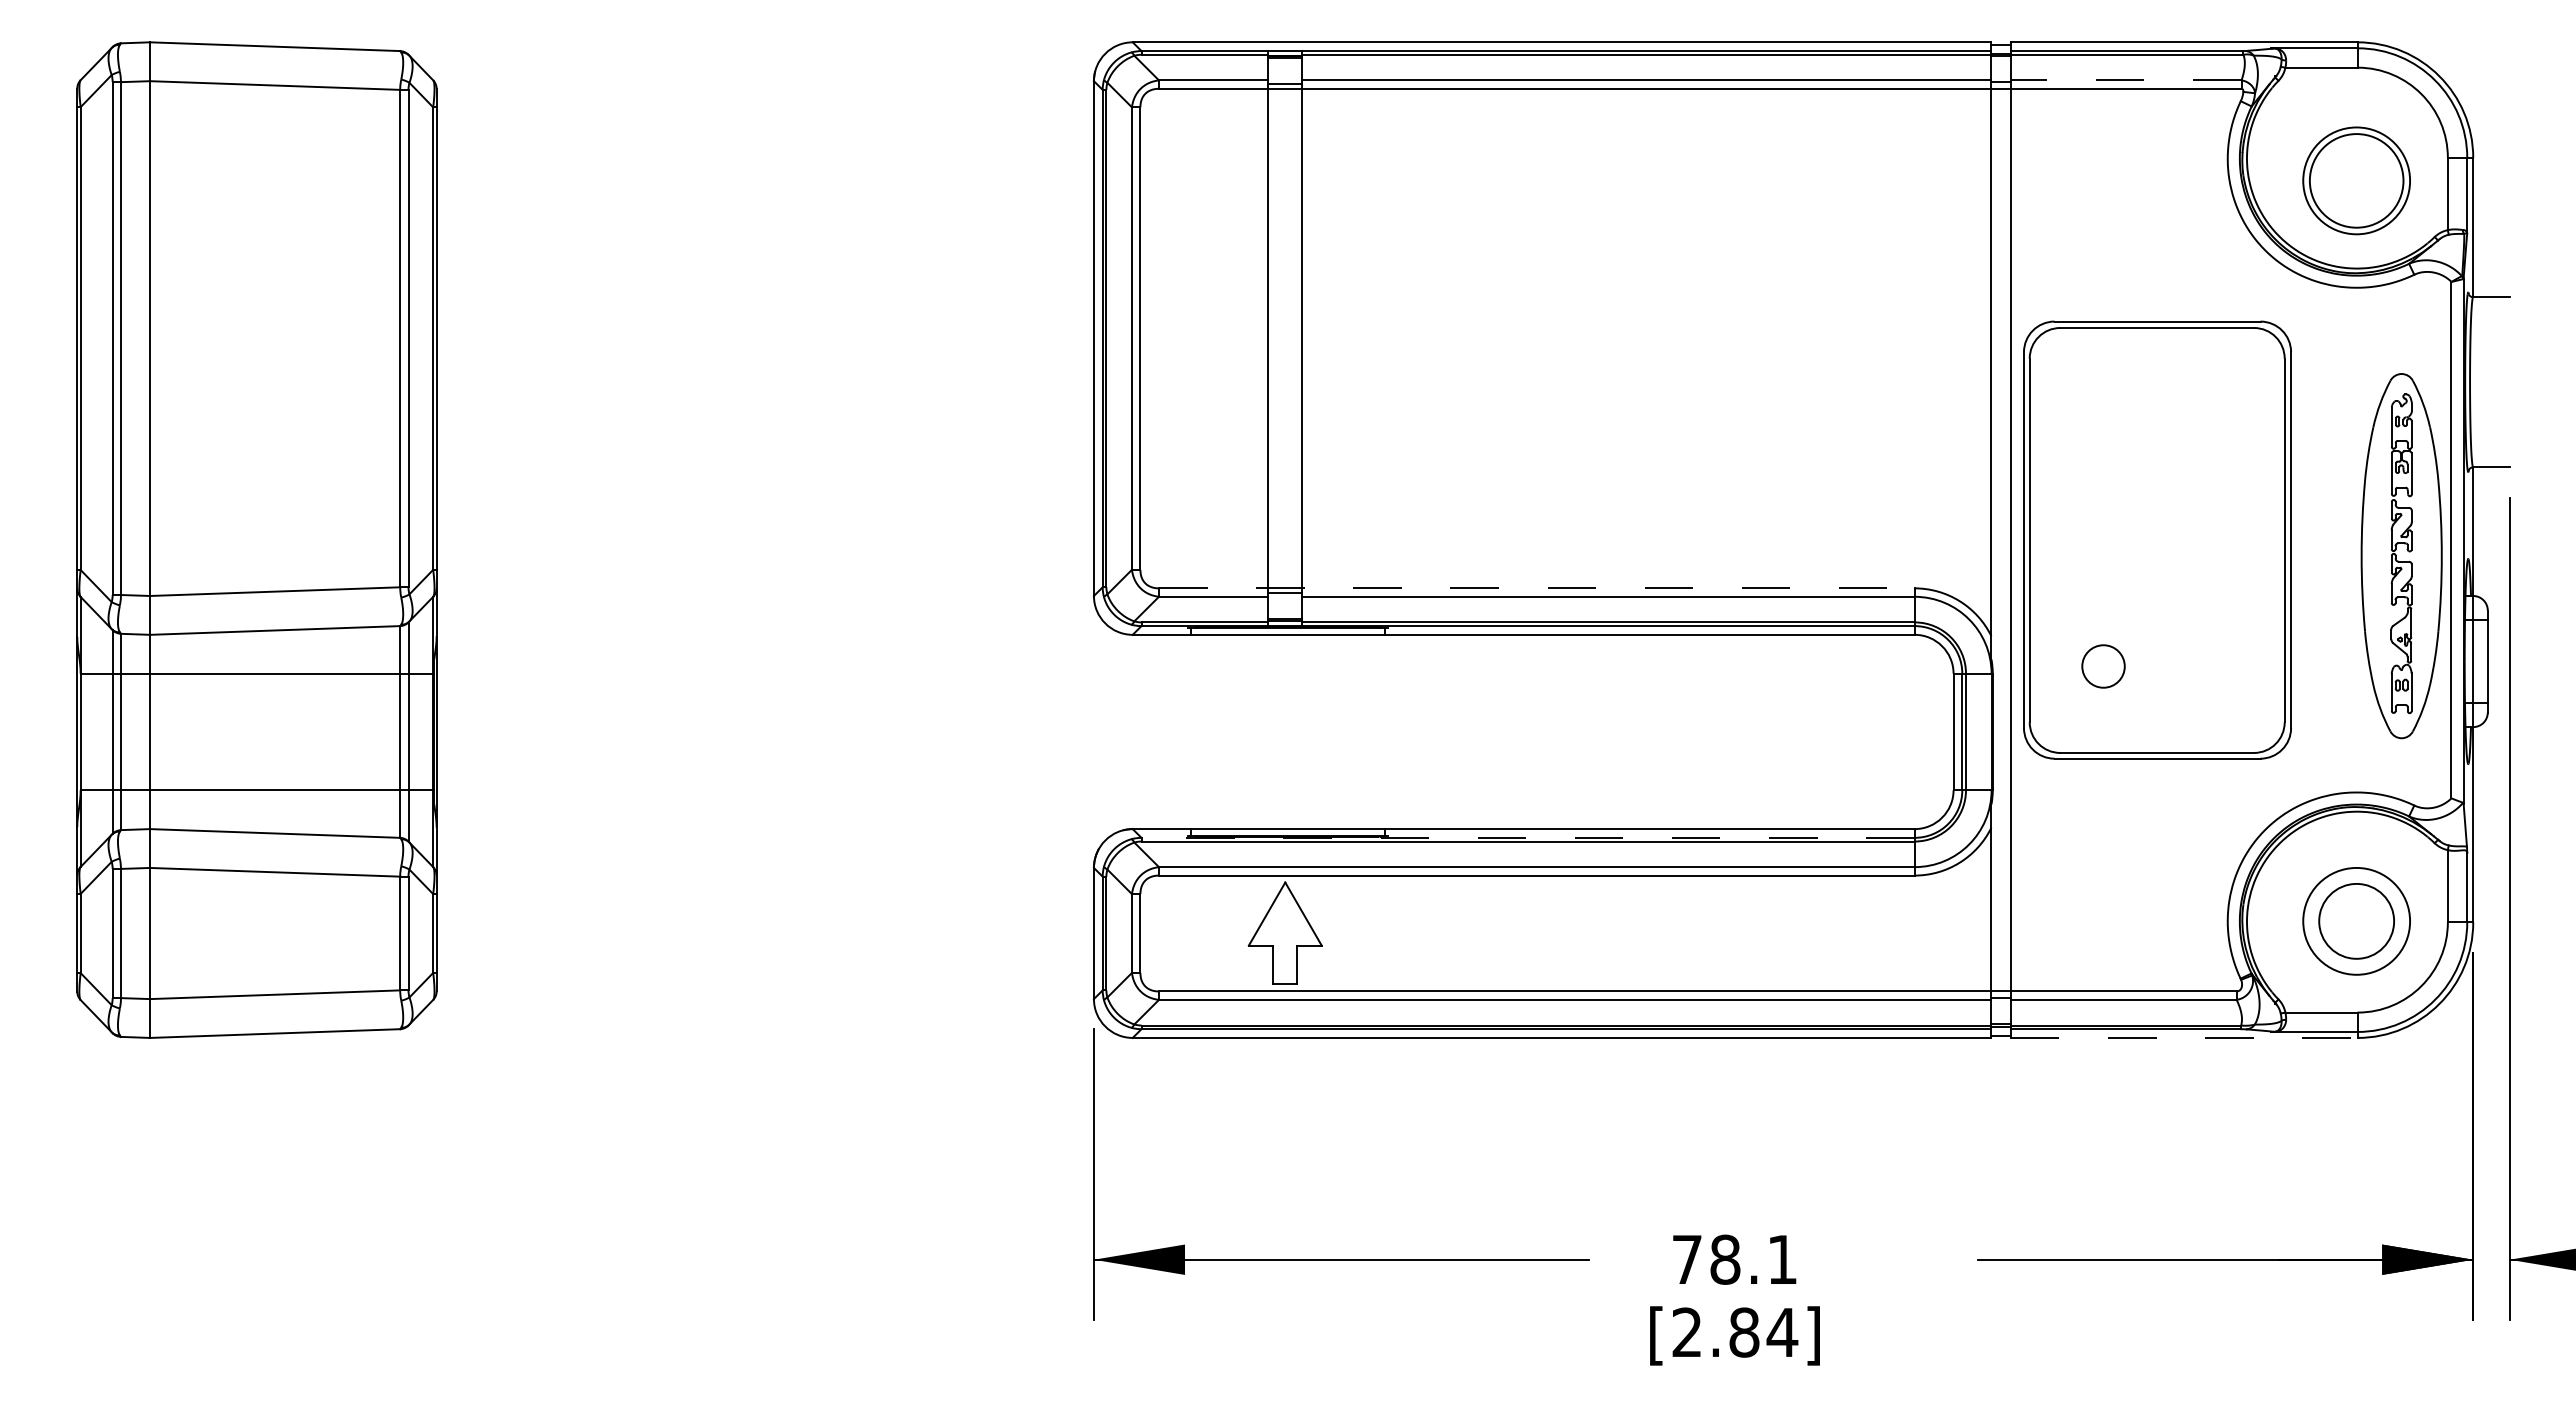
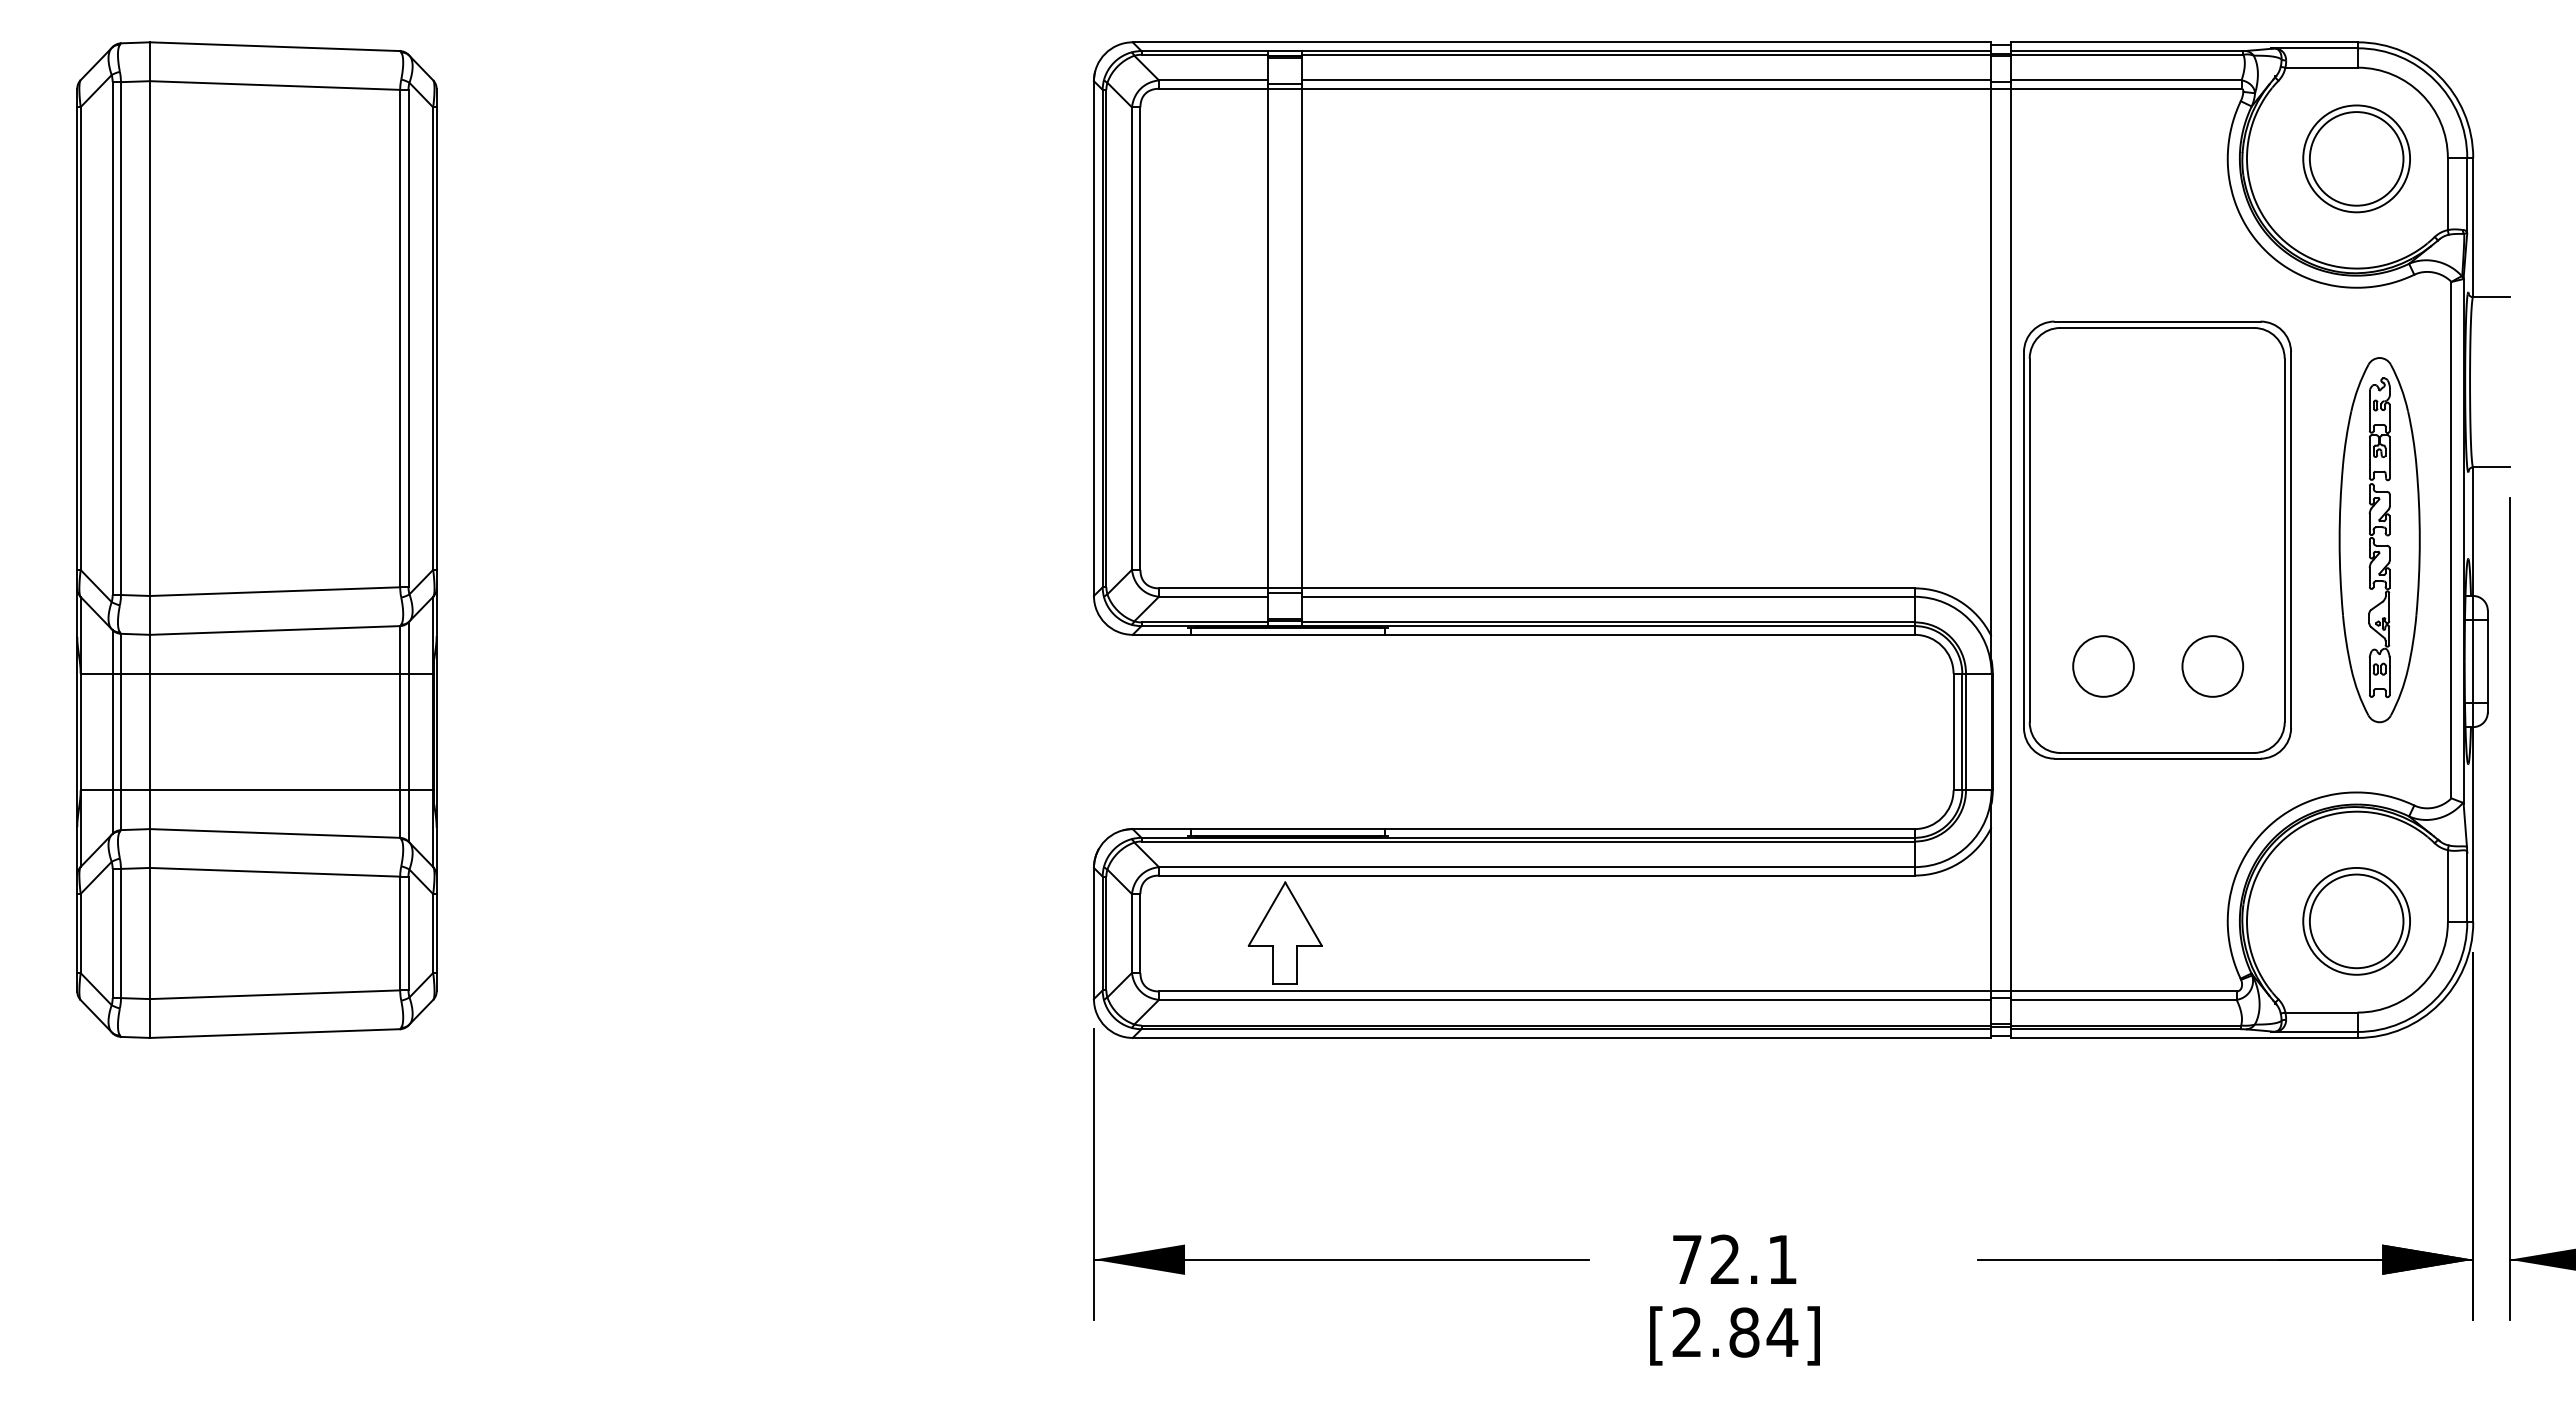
line at (2125, 80): dashed -> solid
part at (2356, 180) position: (2356, 180) -> (2356, 158)
part at (2401, 556) position: (2401, 556) -> (2379, 540)
line at (1536, 588): dashed -> solid
circle at (2103, 666) diameter: 42 px -> 61 px
circle at (2212, 666): none -> present
line at (1528, 837): dashed -> solid
circle at (2356, 920) diameter: 75 px -> 94 px
line at (2184, 1037): dashed -> solid
text at (1725, 1259): 78.1 -> 72.1
